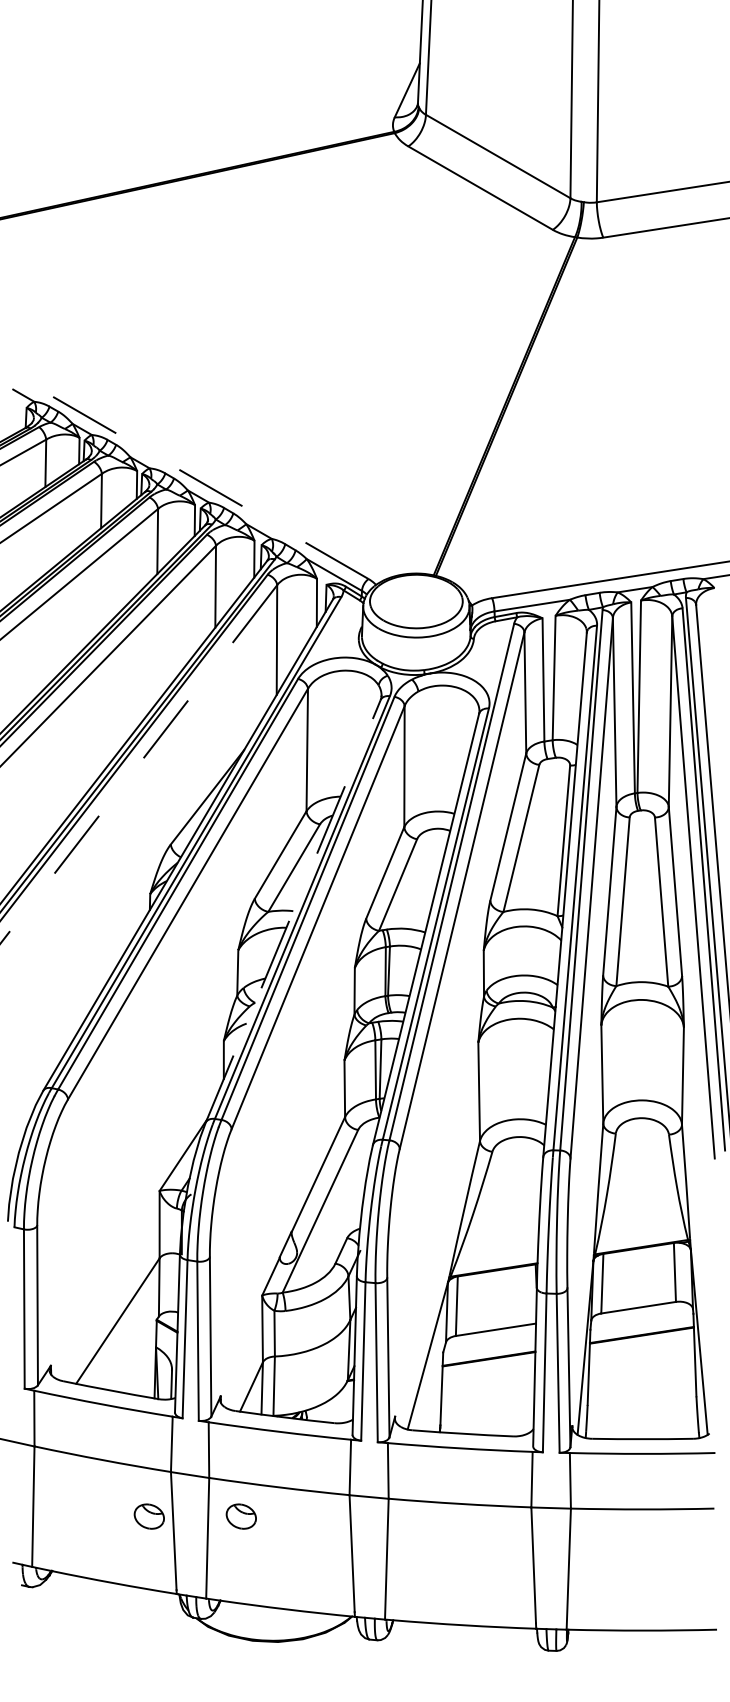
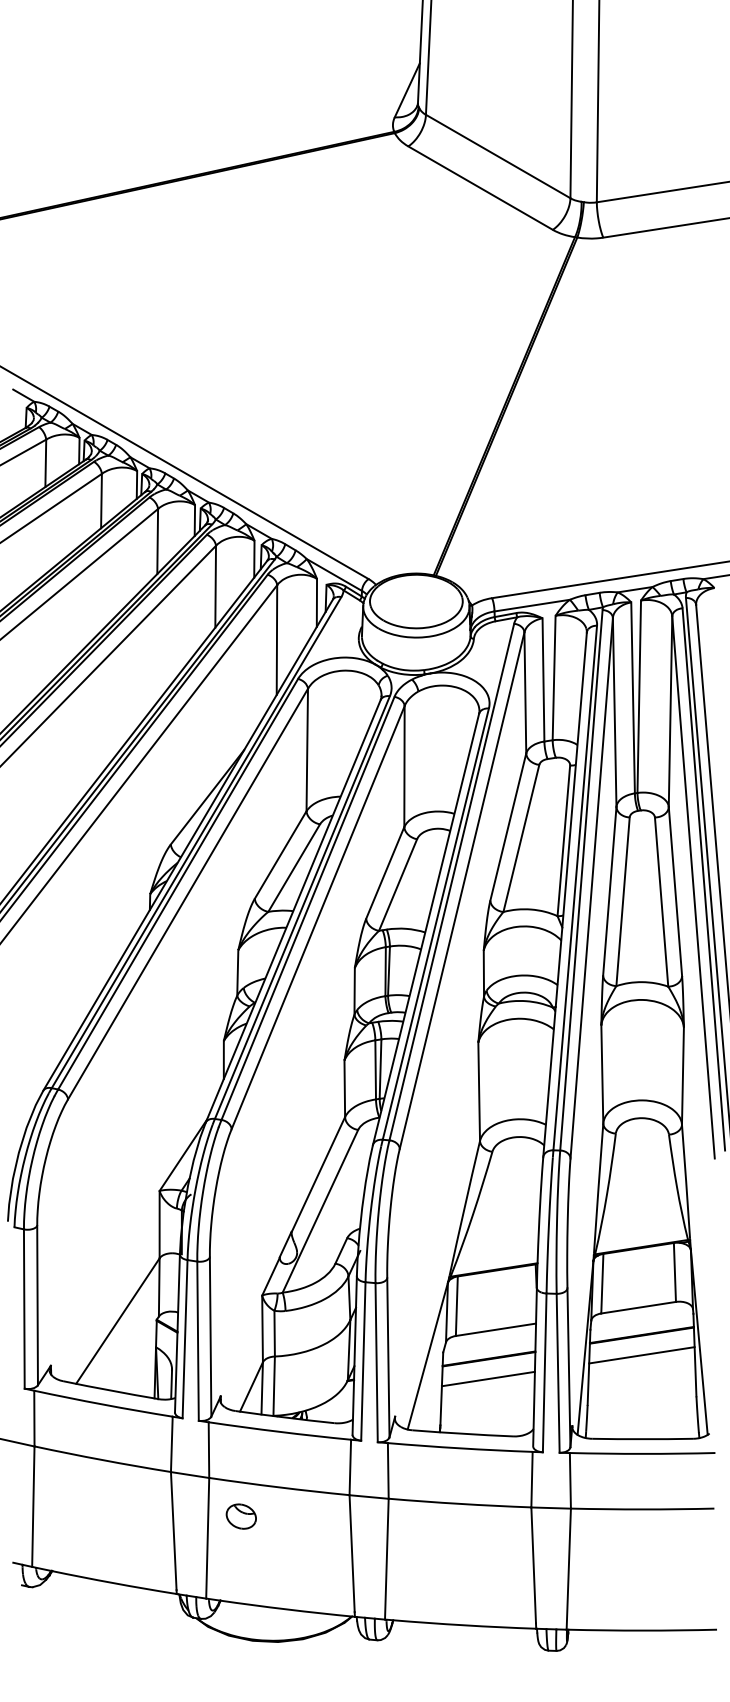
line at (184, 472): dashed -> solid
line at (138, 764): dashed -> solid
line at (293, 911): dashed -> solid
line at (641, 1355): none -> present
line at (487, 1378): none -> present
part at (148, 1516): present -> none
